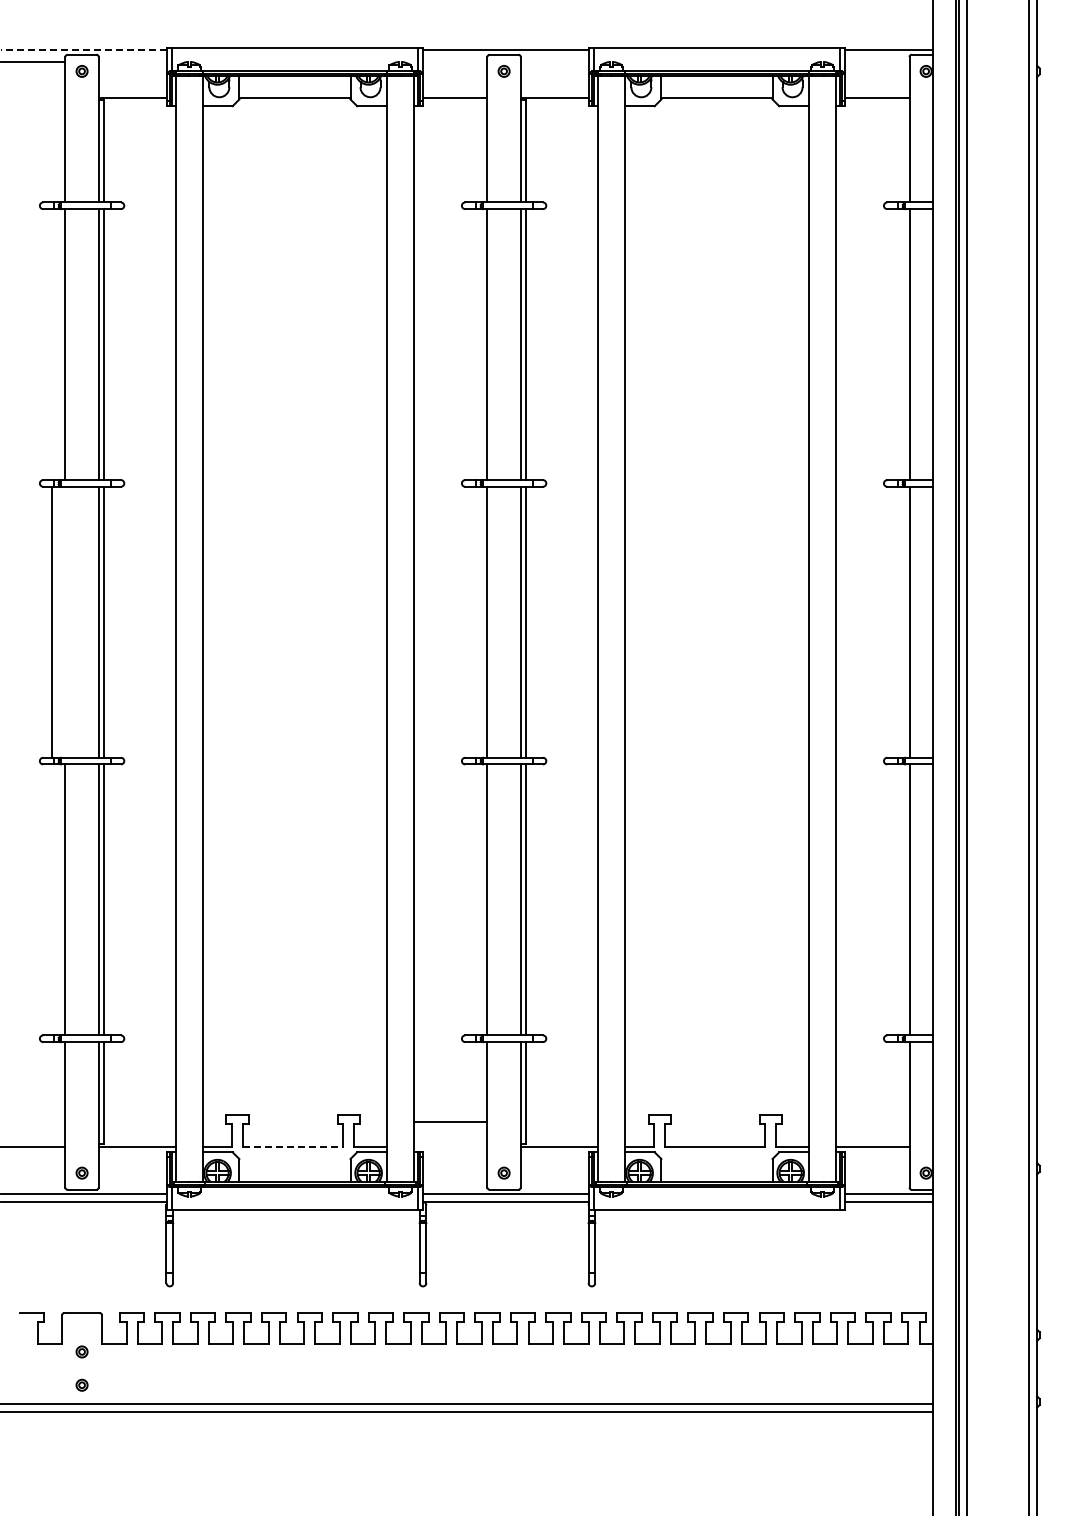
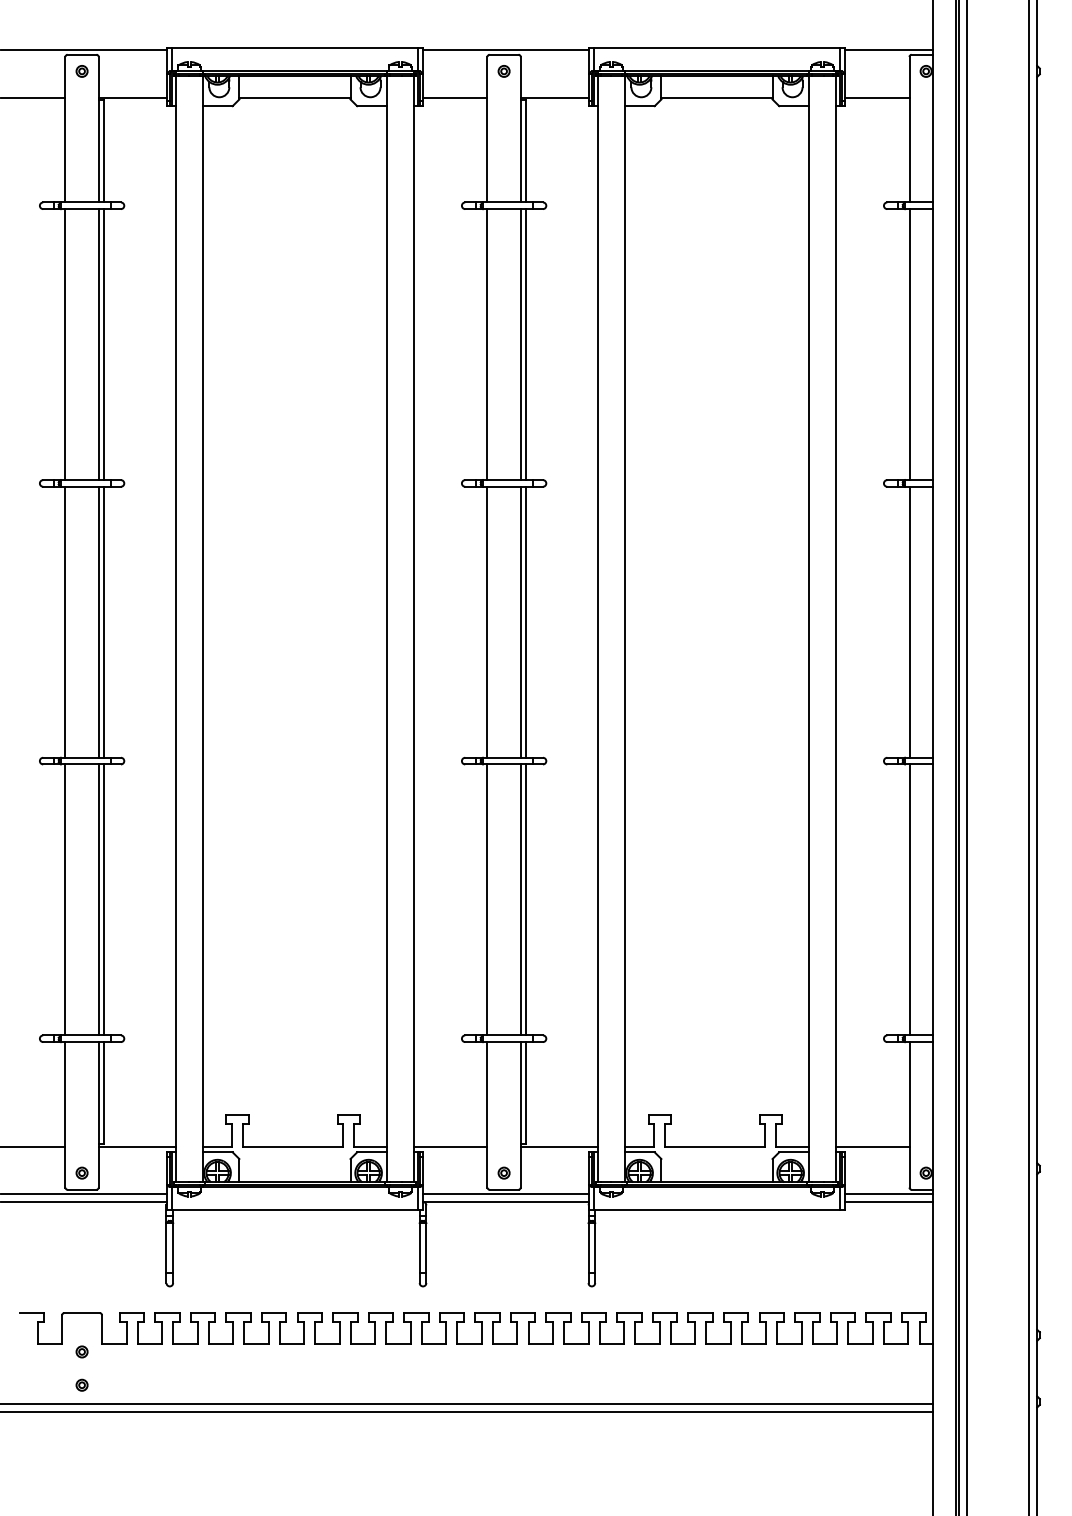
line at (83, 50): dashed -> solid
line at (33, 62) position: (33, 62) -> (33, 98)
line at (52, 621) position: (52, 621) -> (65, 621)
line at (450, 1121) position: (450, 1121) -> (450, 1146)
line at (293, 1146): dashed -> solid
